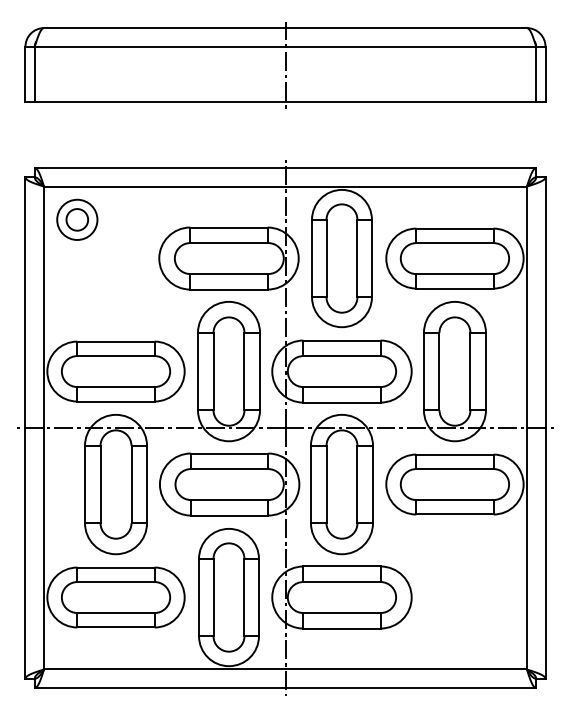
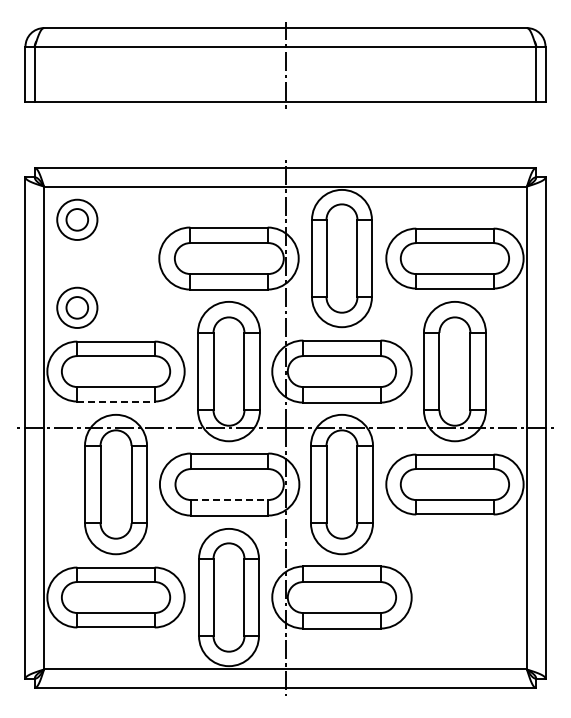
part at (77, 307): none -> present
line at (116, 401): solid -> dashed
line at (229, 500): solid -> dashed
